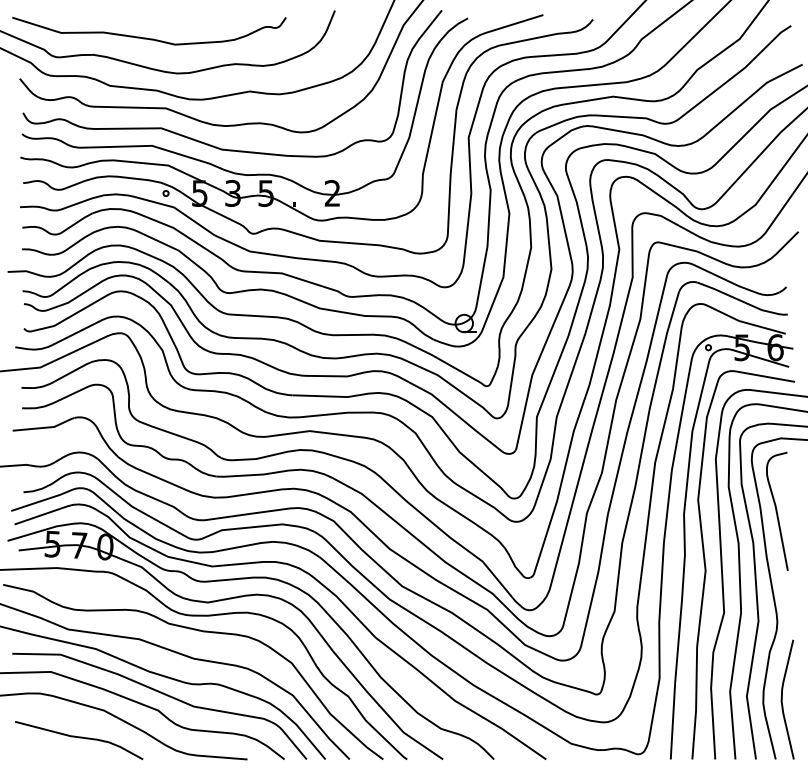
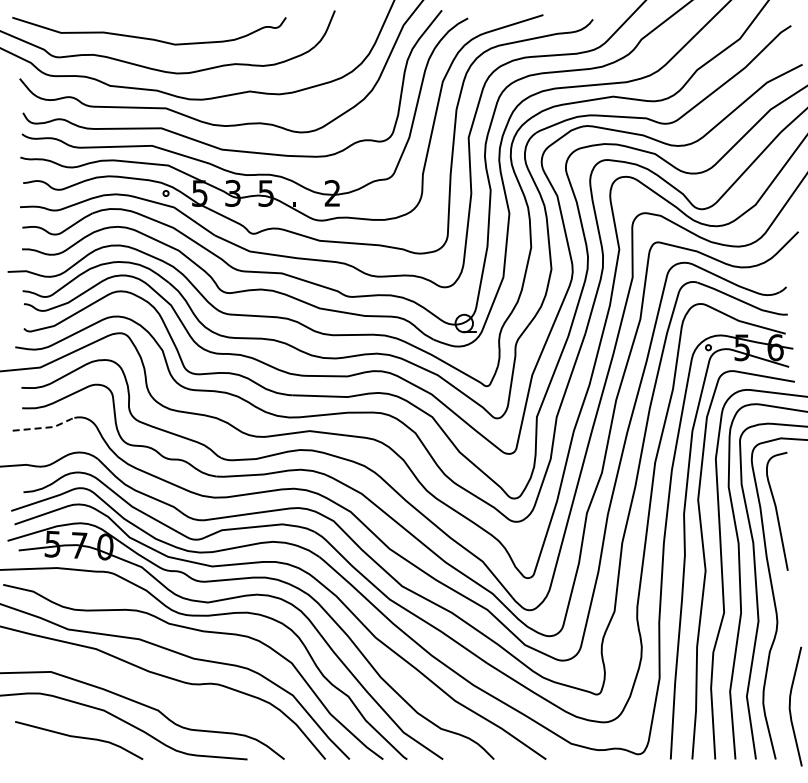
line at (46, 427): solid -> dashed
curve at (164, 695): present -> none
curve at (782, 699) position: (782, 699) -> (790, 706)
